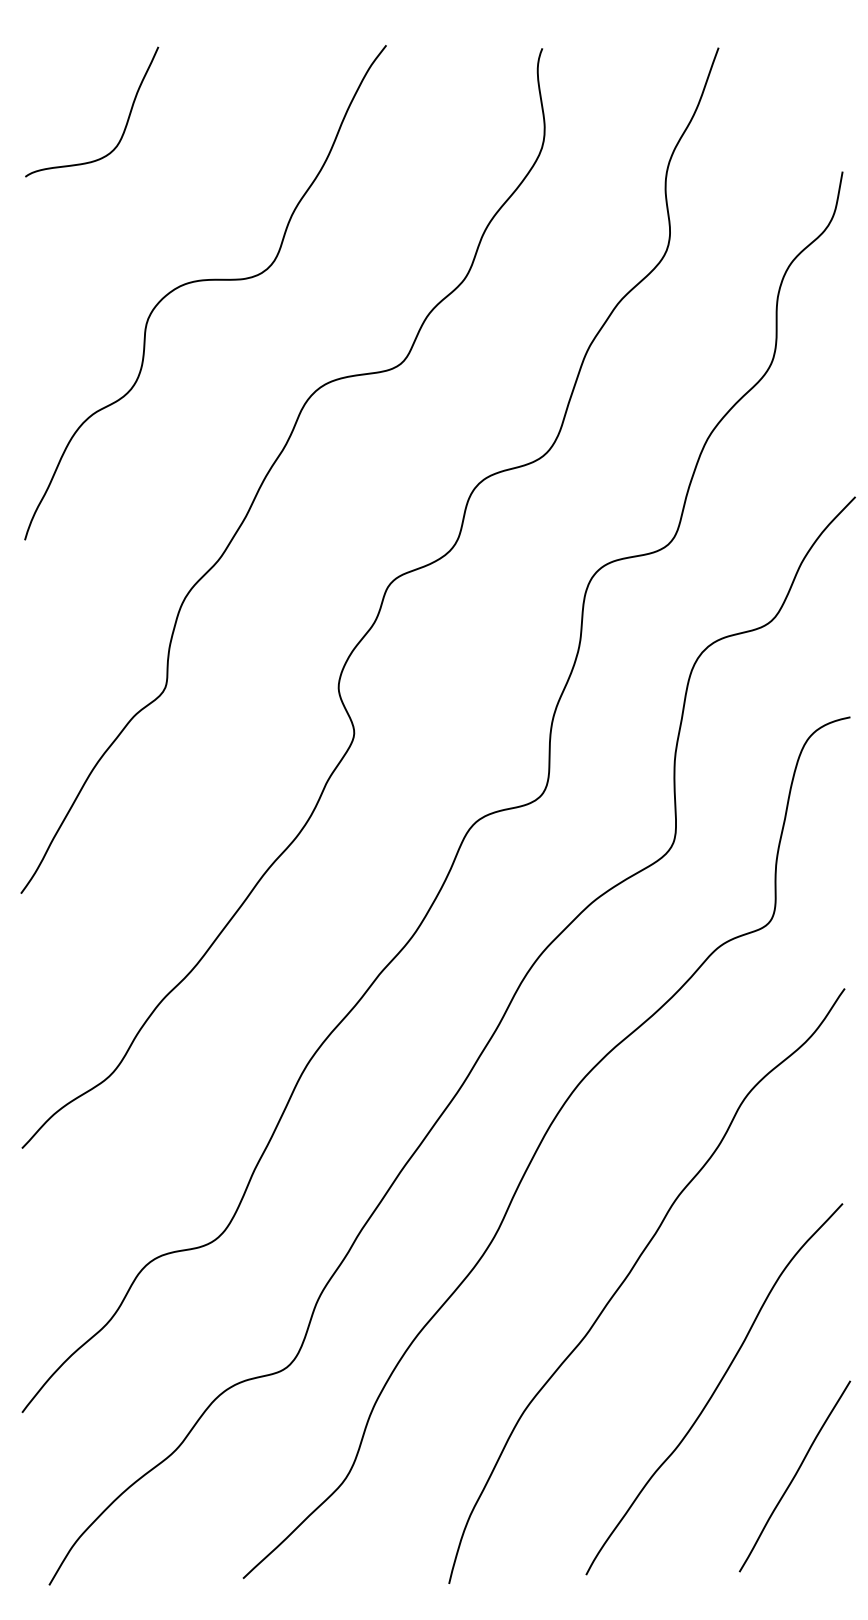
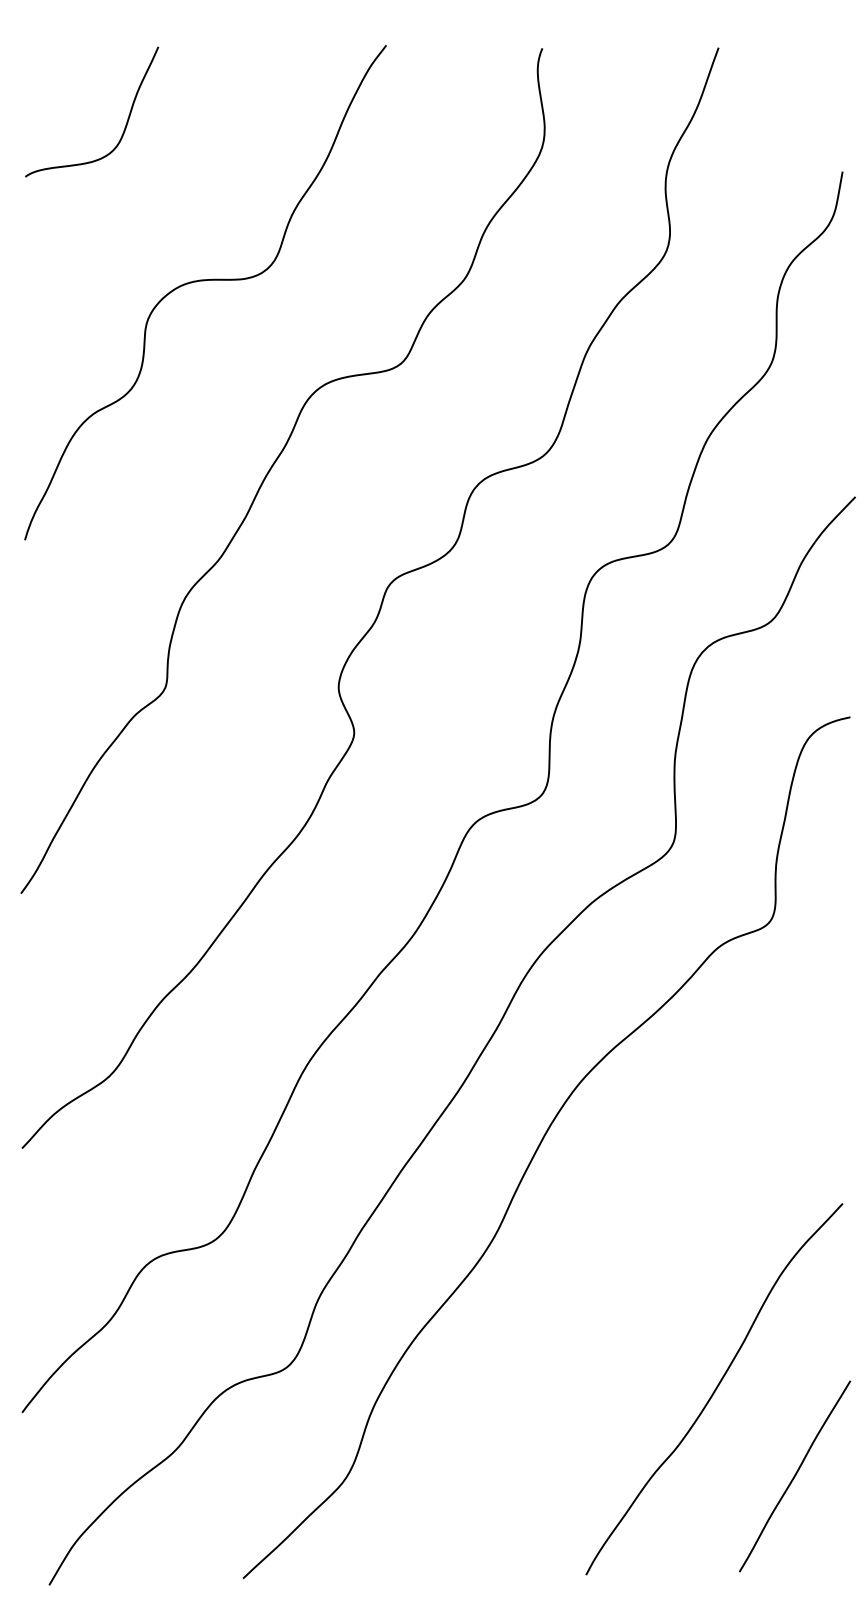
curve at (630, 1273): present -> none
